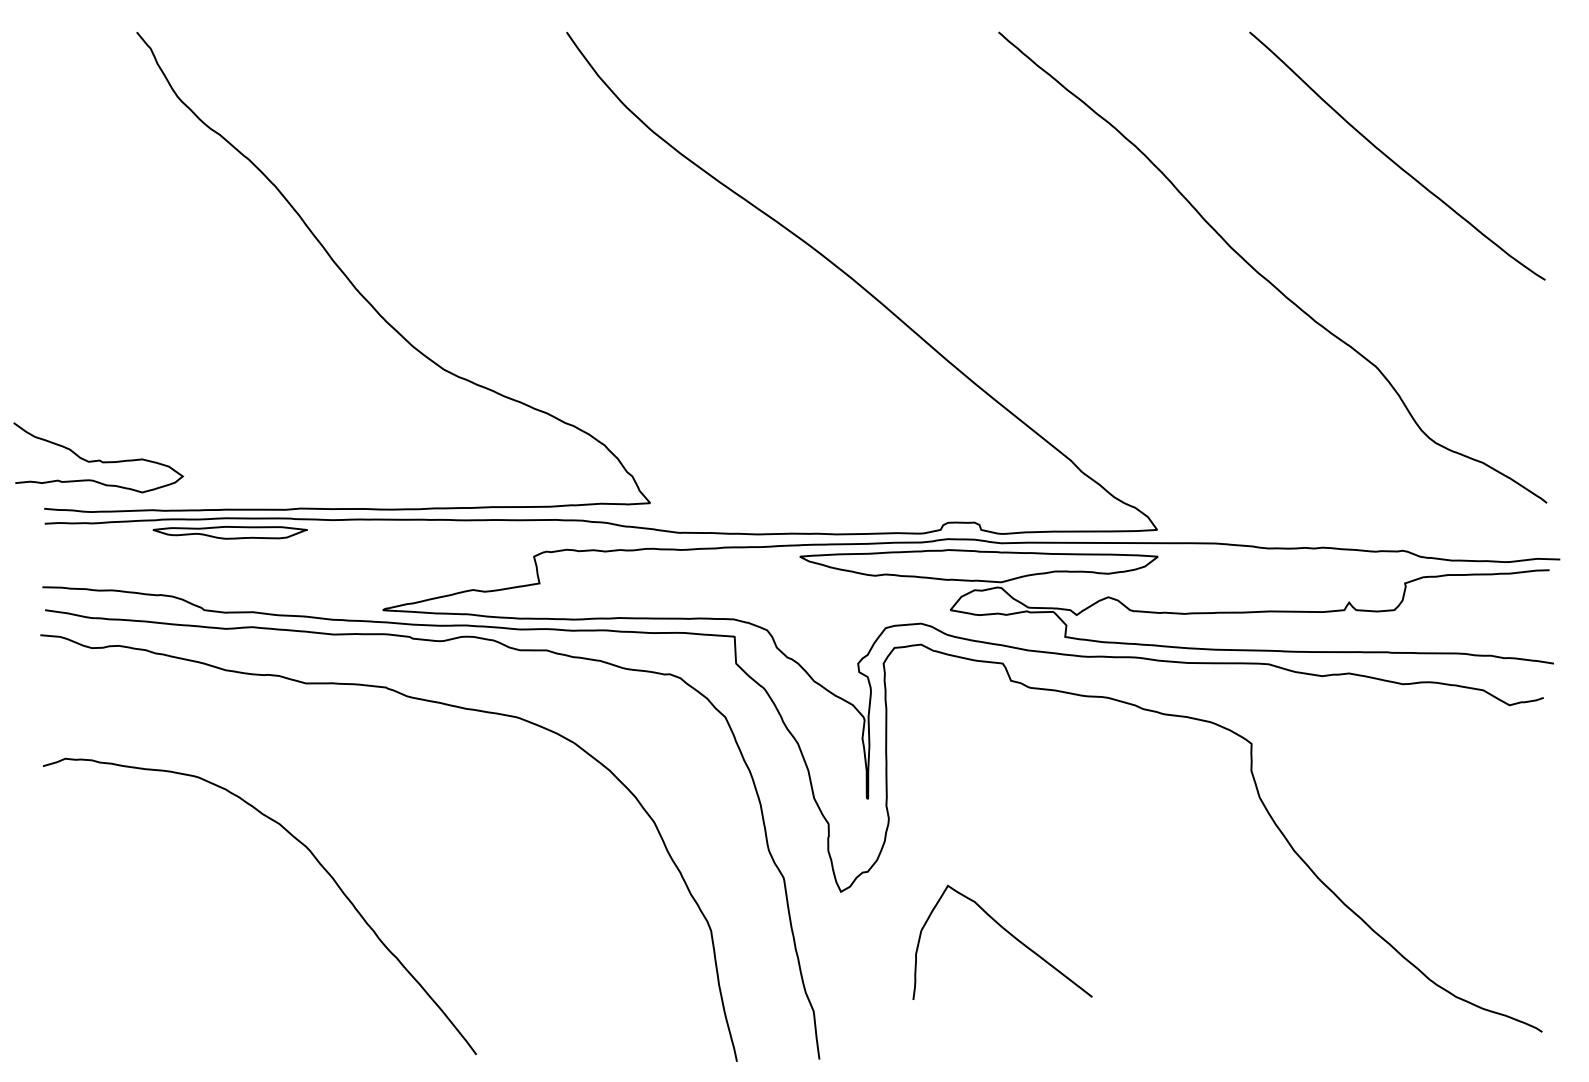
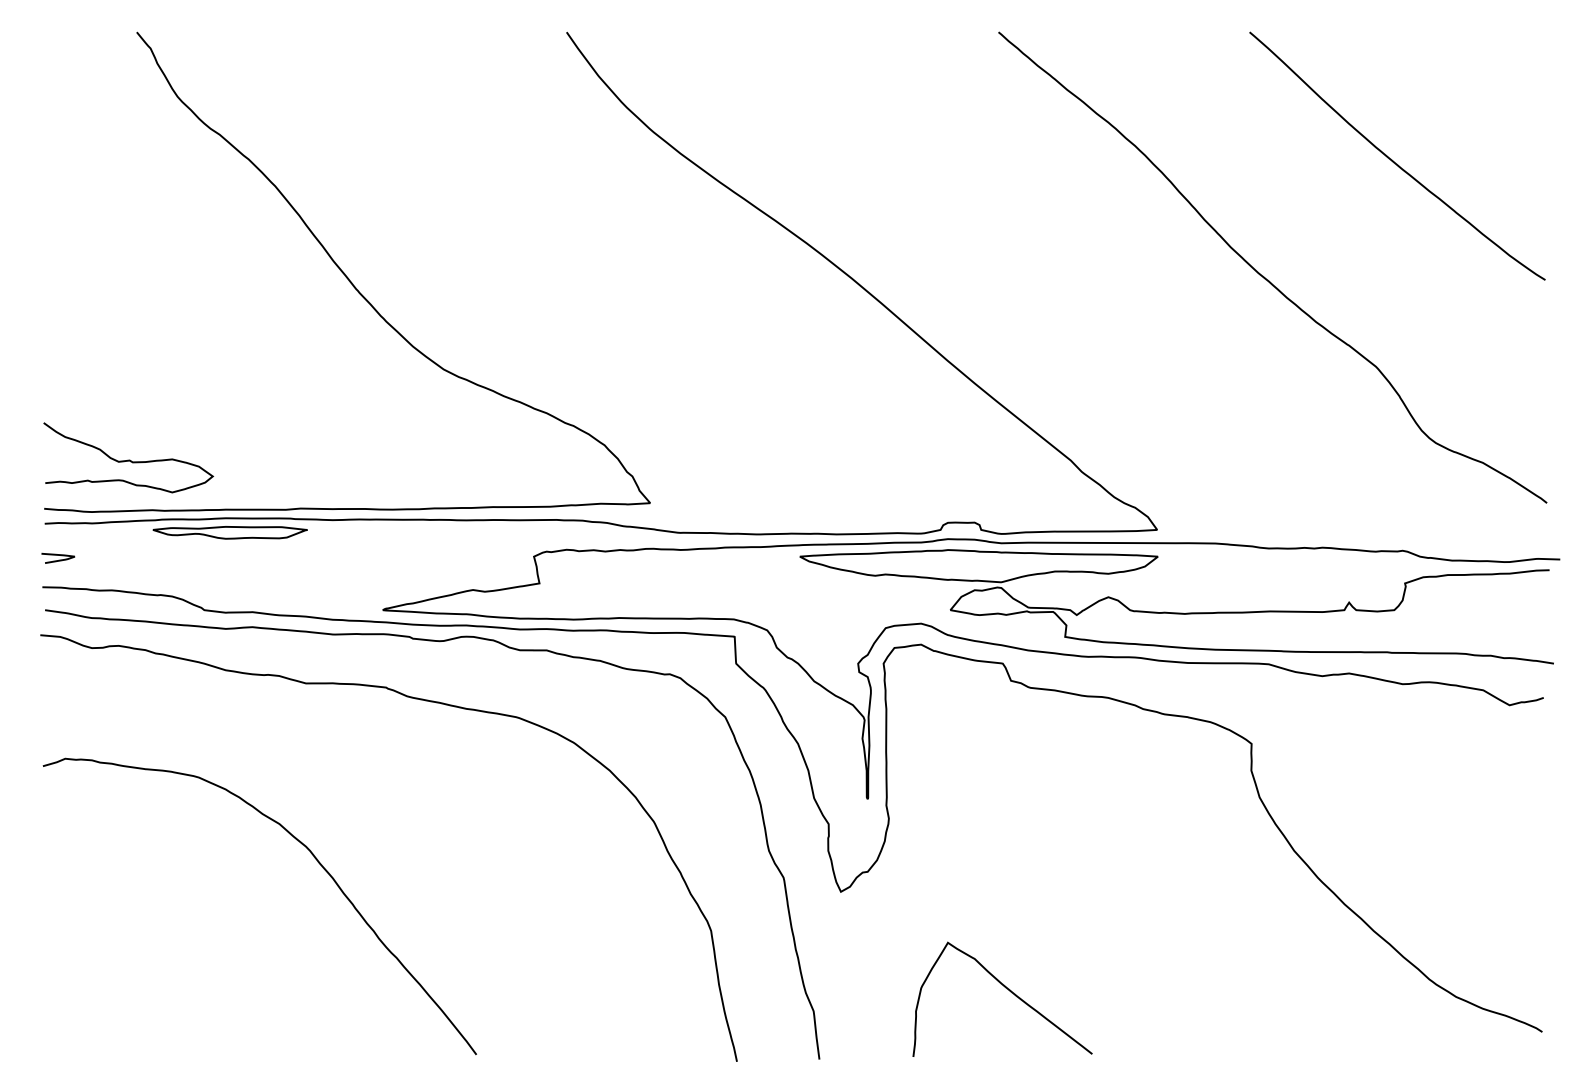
curve at (98, 459) position: (98, 459) -> (128, 459)
curve at (58, 555): none -> present
curve at (1009, 934) position: (1009, 934) -> (1009, 991)
